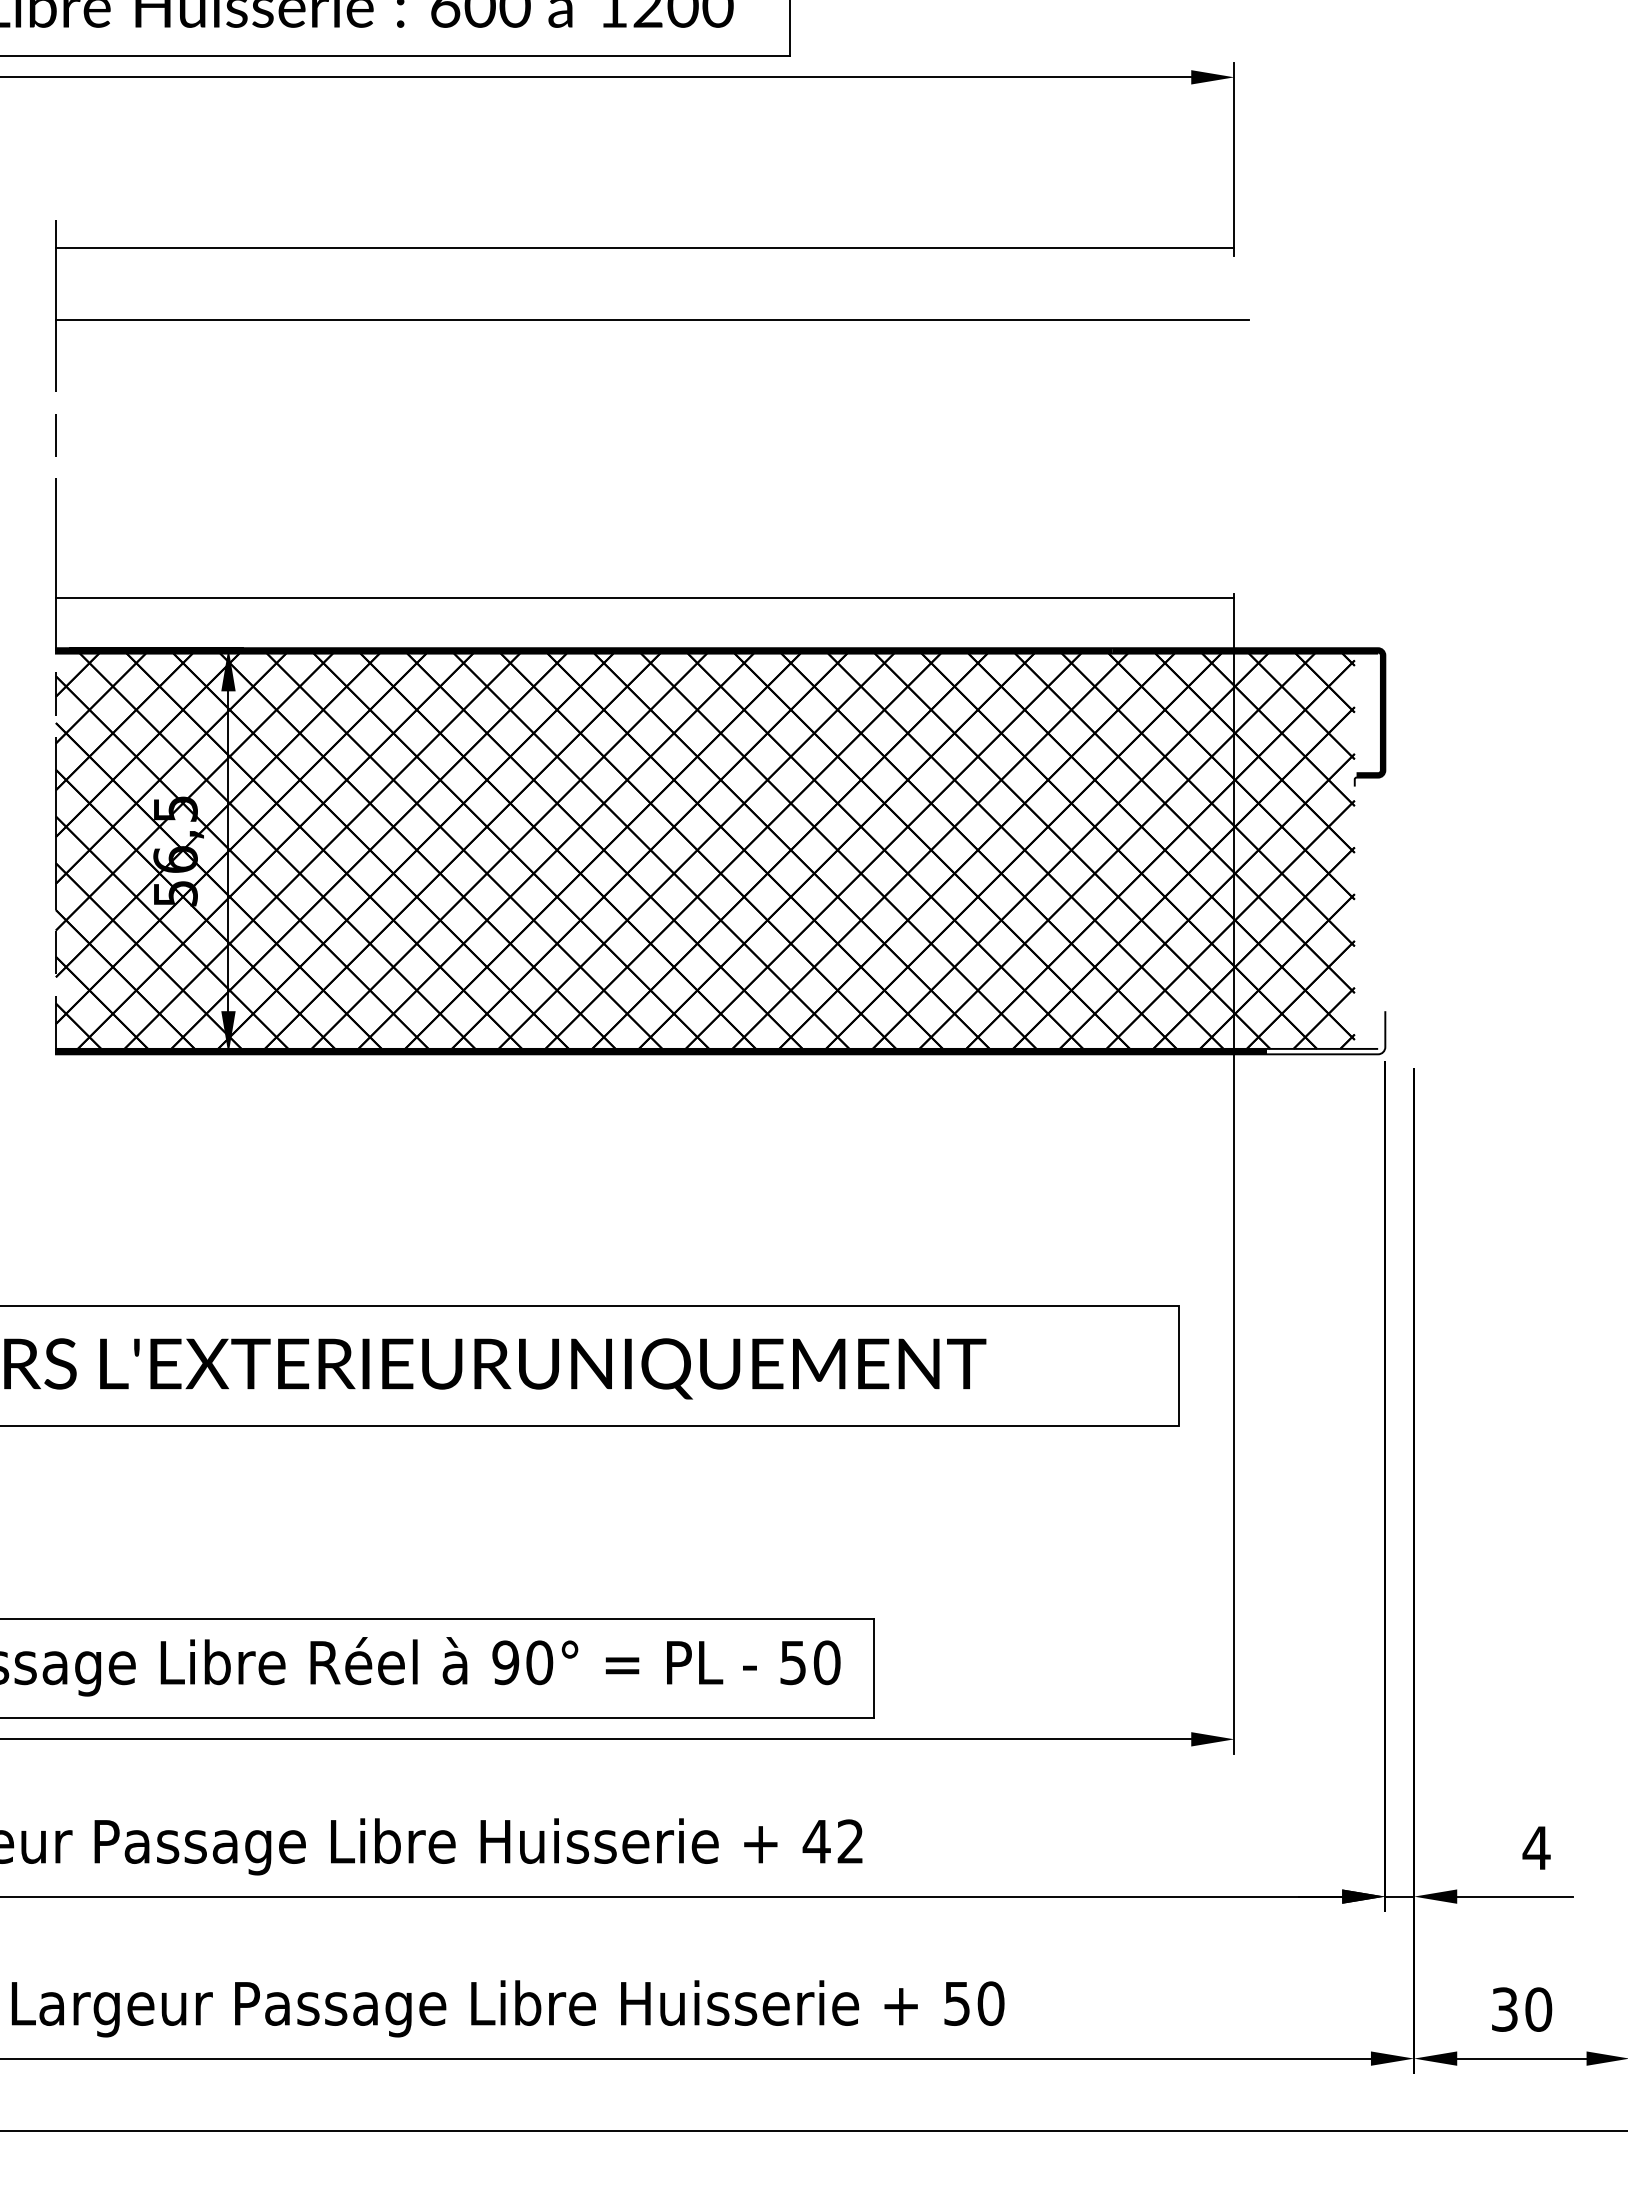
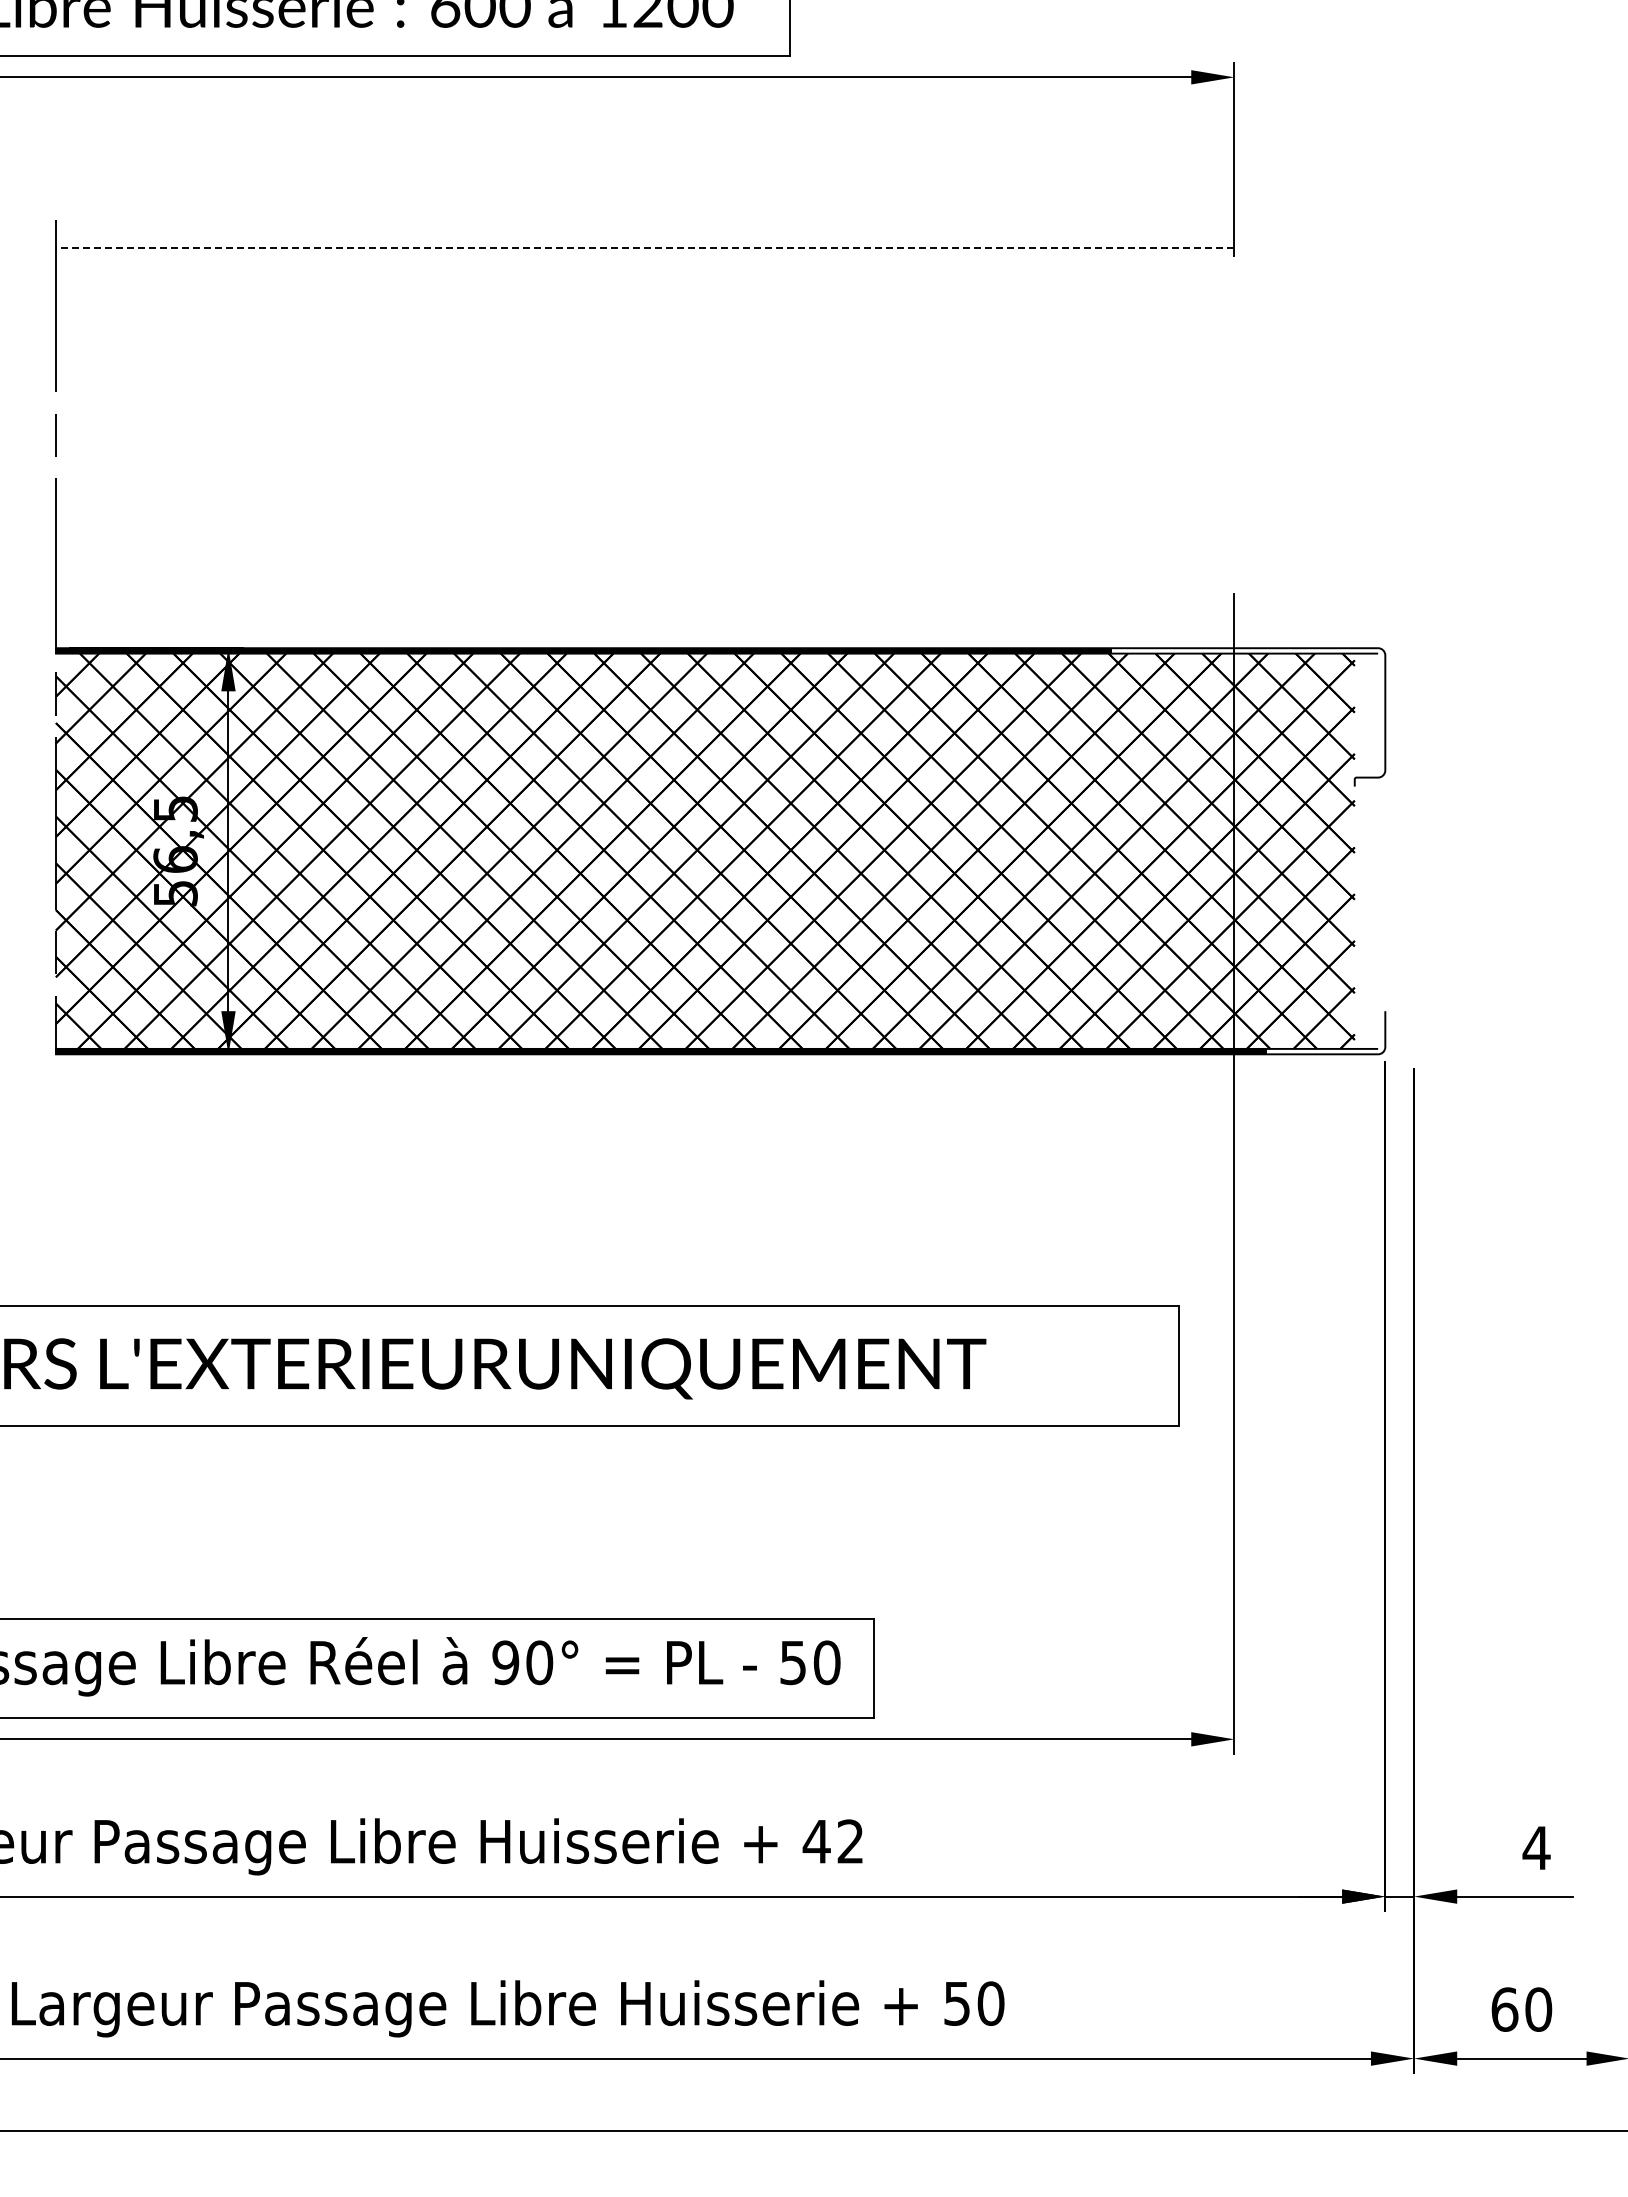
line at (644, 248): solid -> dashed
line at (651, 320): present -> none
line at (644, 597): present -> none
fill at (1248, 712): present -> none
text at (1504, 2009): 30 -> 60
